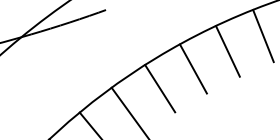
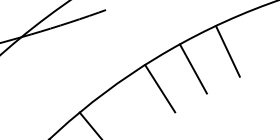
line at (263, 35): present -> none
line at (128, 111): present -> none
